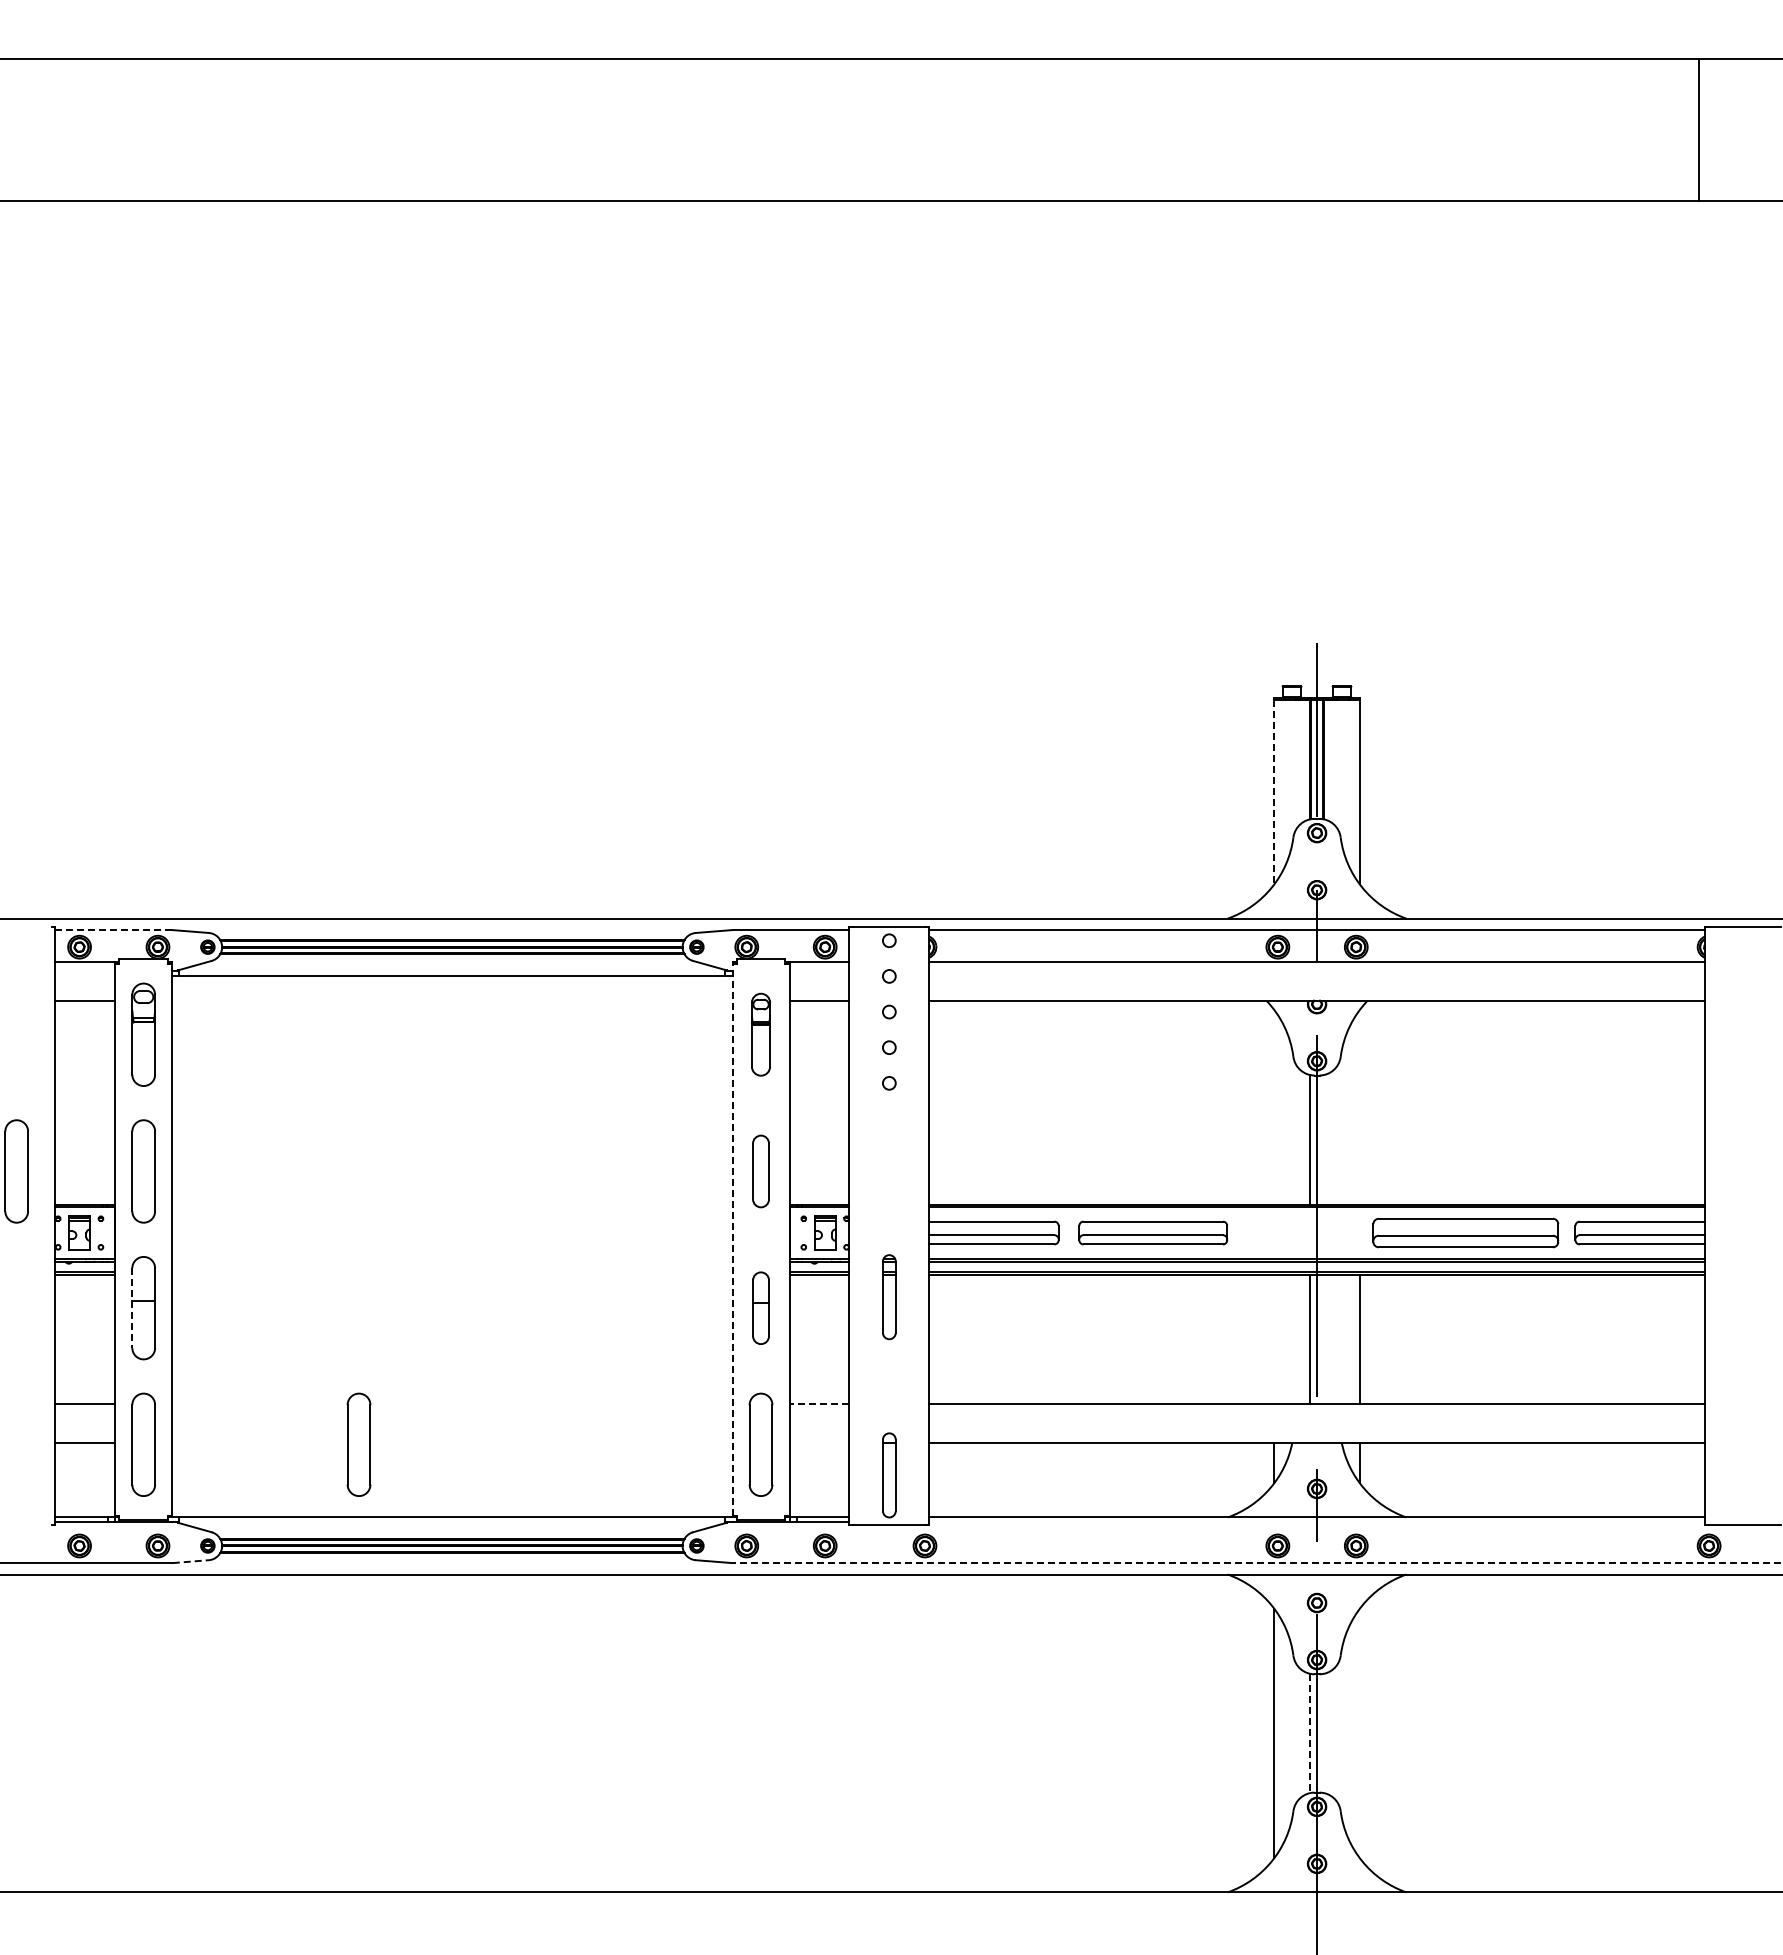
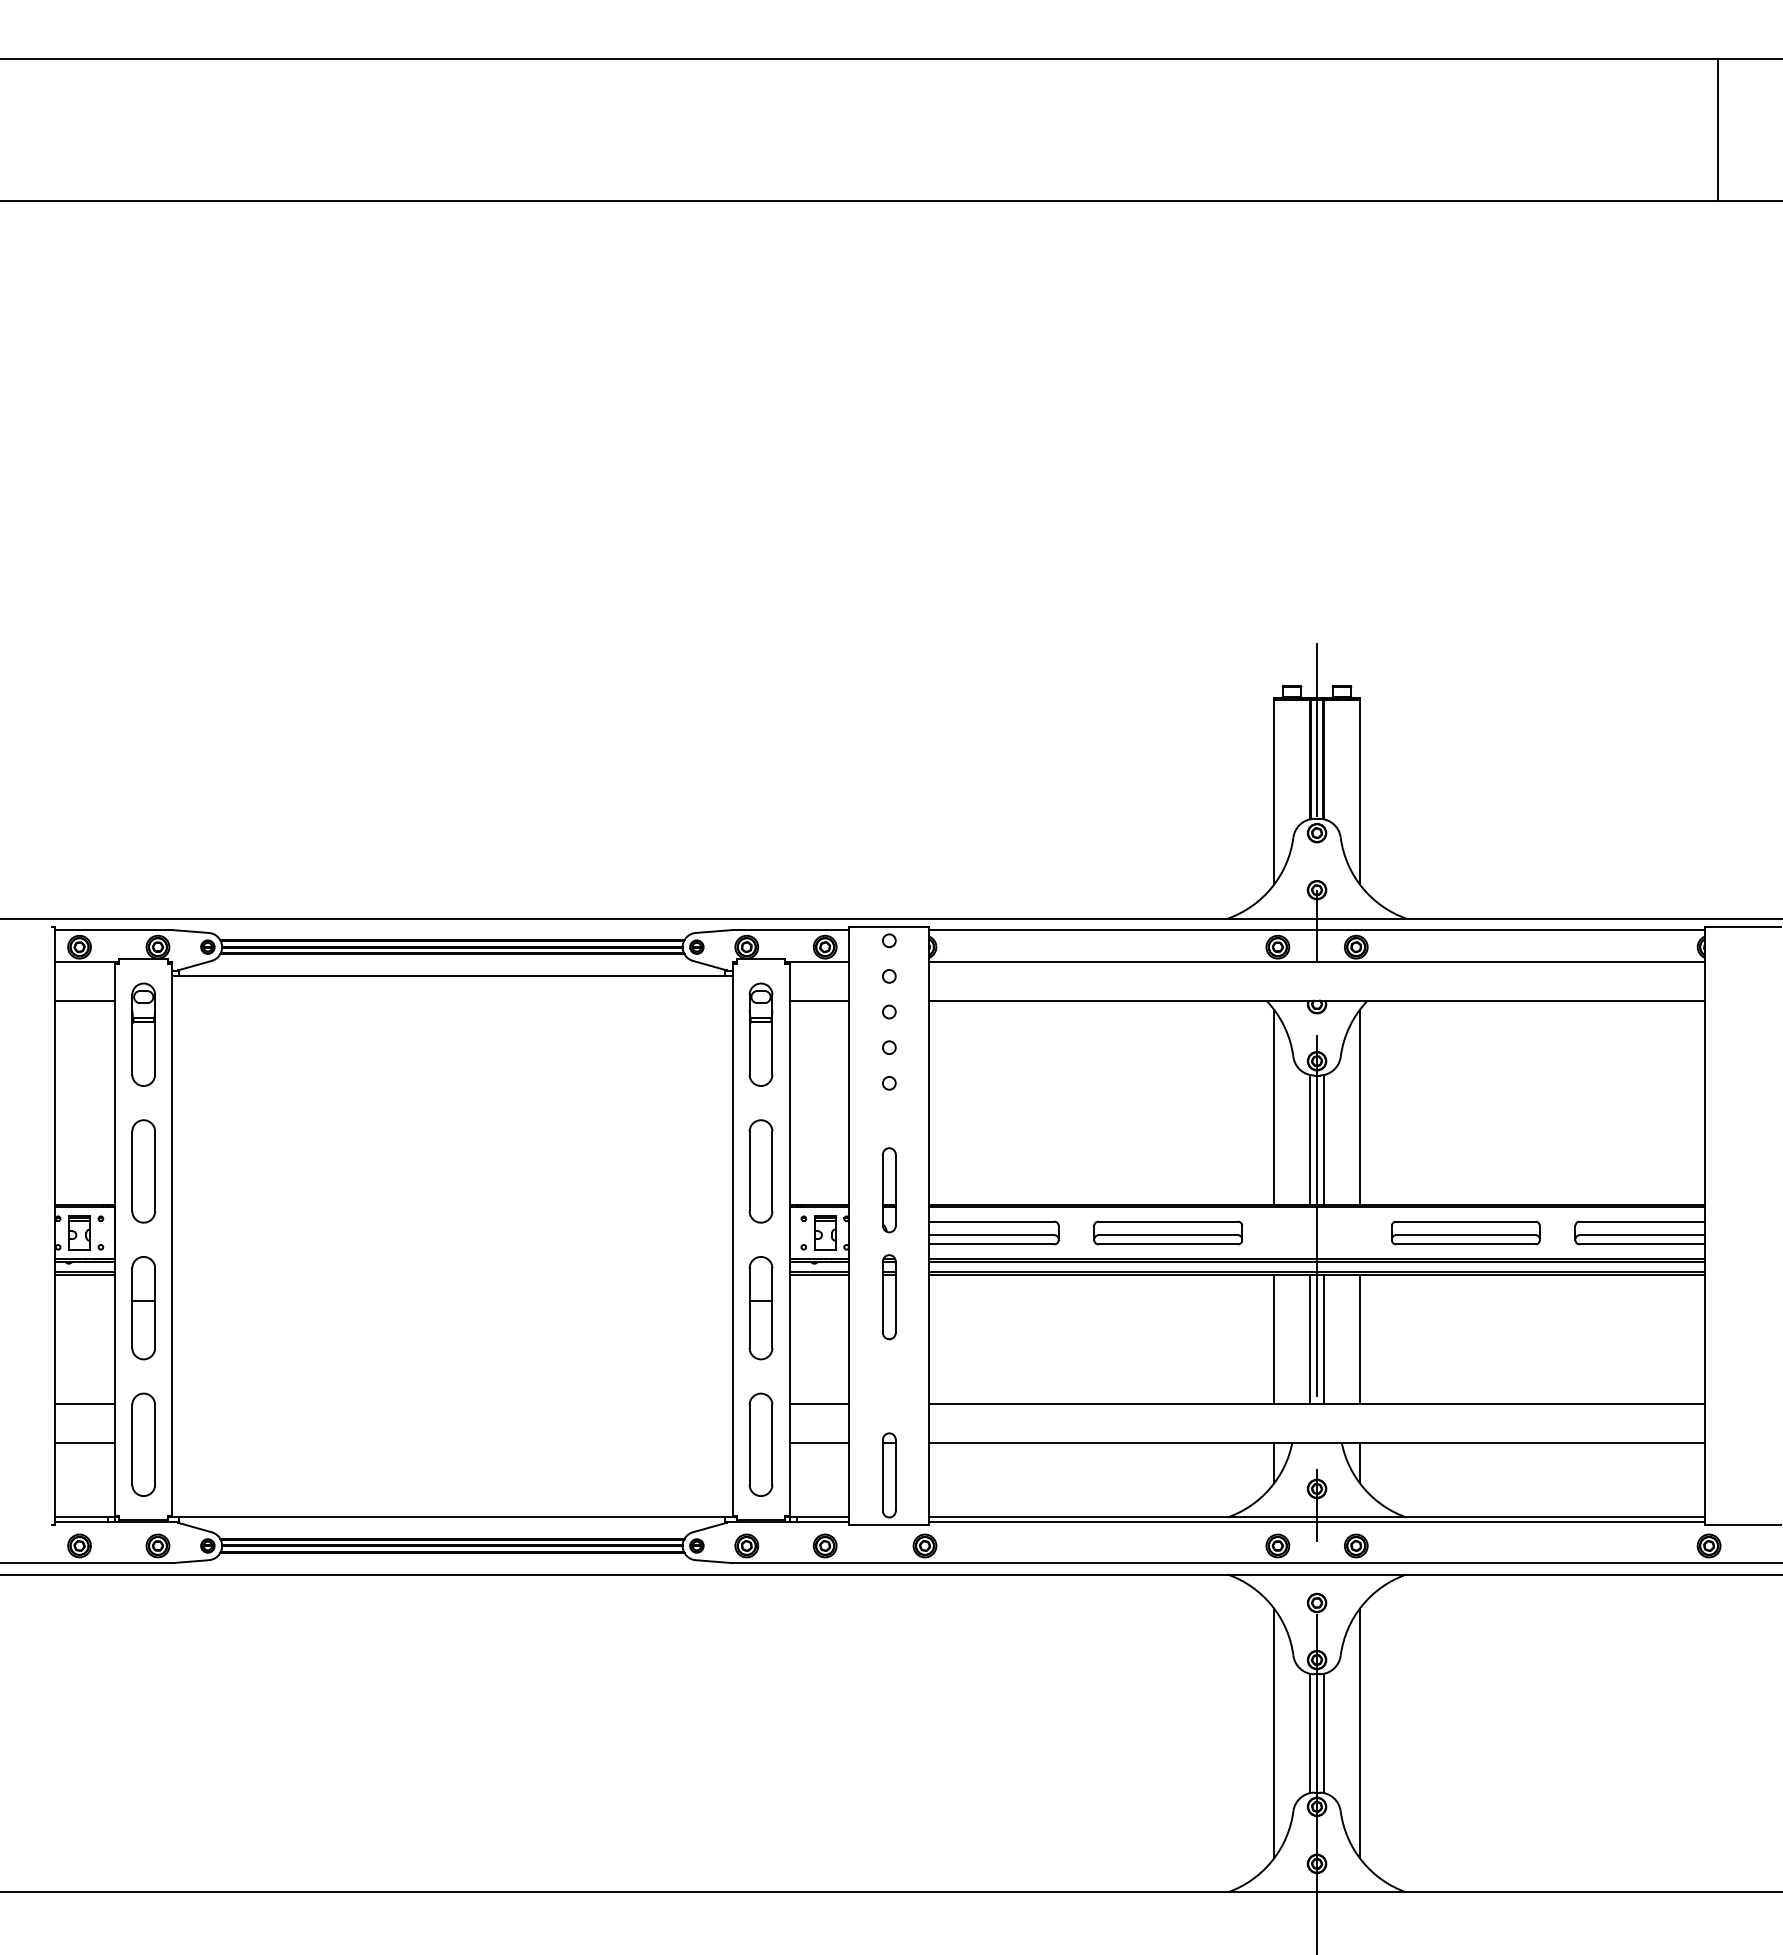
line at (1699, 129) position: (1699, 129) -> (1718, 129)
line at (1274, 792): dashed -> solid
line at (114, 930): dashed -> solid
part at (760, 1034) size: 21x85 px -> 26x105 px
line at (1274, 1106): none -> present
line at (1359, 1106): none -> present
line at (1324, 1139): none -> present
part at (16, 1171): present -> none
part at (760, 1171) size: 18x75 px -> 26x105 px
part at (889, 1190): none -> present
part at (1153, 1232) position: (1153, 1232) -> (1168, 1232)
part at (1465, 1232) size: 188x32 px -> 150x26 px
line at (732, 1239): dashed -> solid
part at (760, 1307) size: 18x74 px -> 26x105 px
line at (132, 1308): dashed -> solid
line at (1274, 1339): none -> present
line at (1324, 1339): none -> present
line at (819, 1404): dashed -> solid
line at (819, 1442): none -> present
part at (358, 1444): present -> none
line at (1316, 1521): none -> present
line at (191, 1561): dashed -> solid
line at (1257, 1563): dashed -> solid
line at (1309, 1733): dashed -> solid
line at (1324, 1733): none -> present
line at (1359, 1733): none -> present
